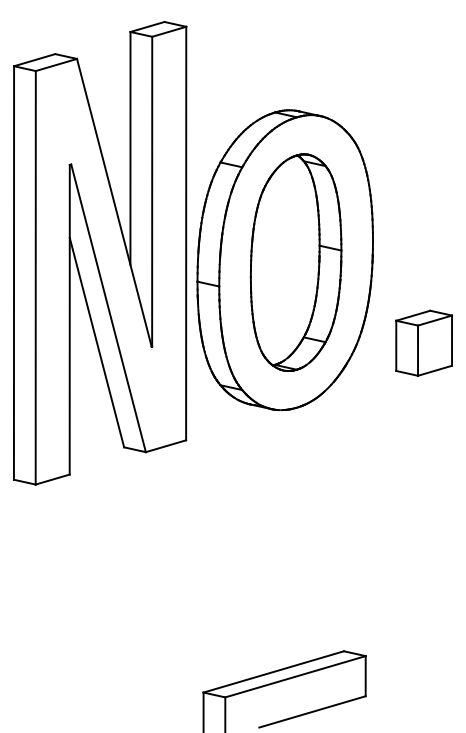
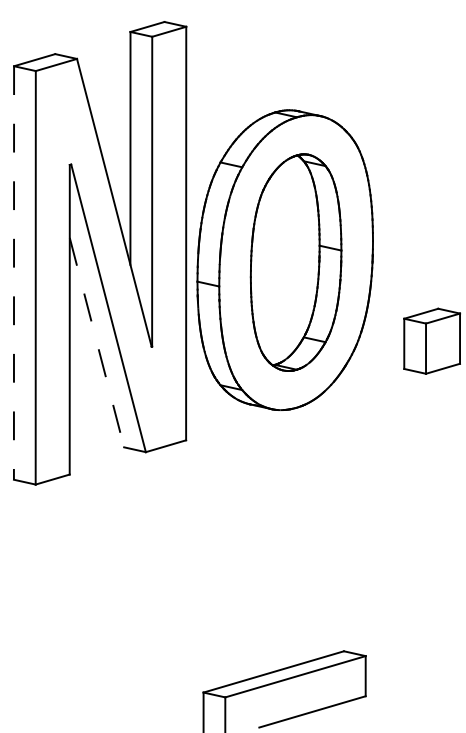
line at (14, 273): solid -> dashed
part at (423, 342) position: (423, 342) -> (431, 340)
line at (97, 343): solid -> dashed
